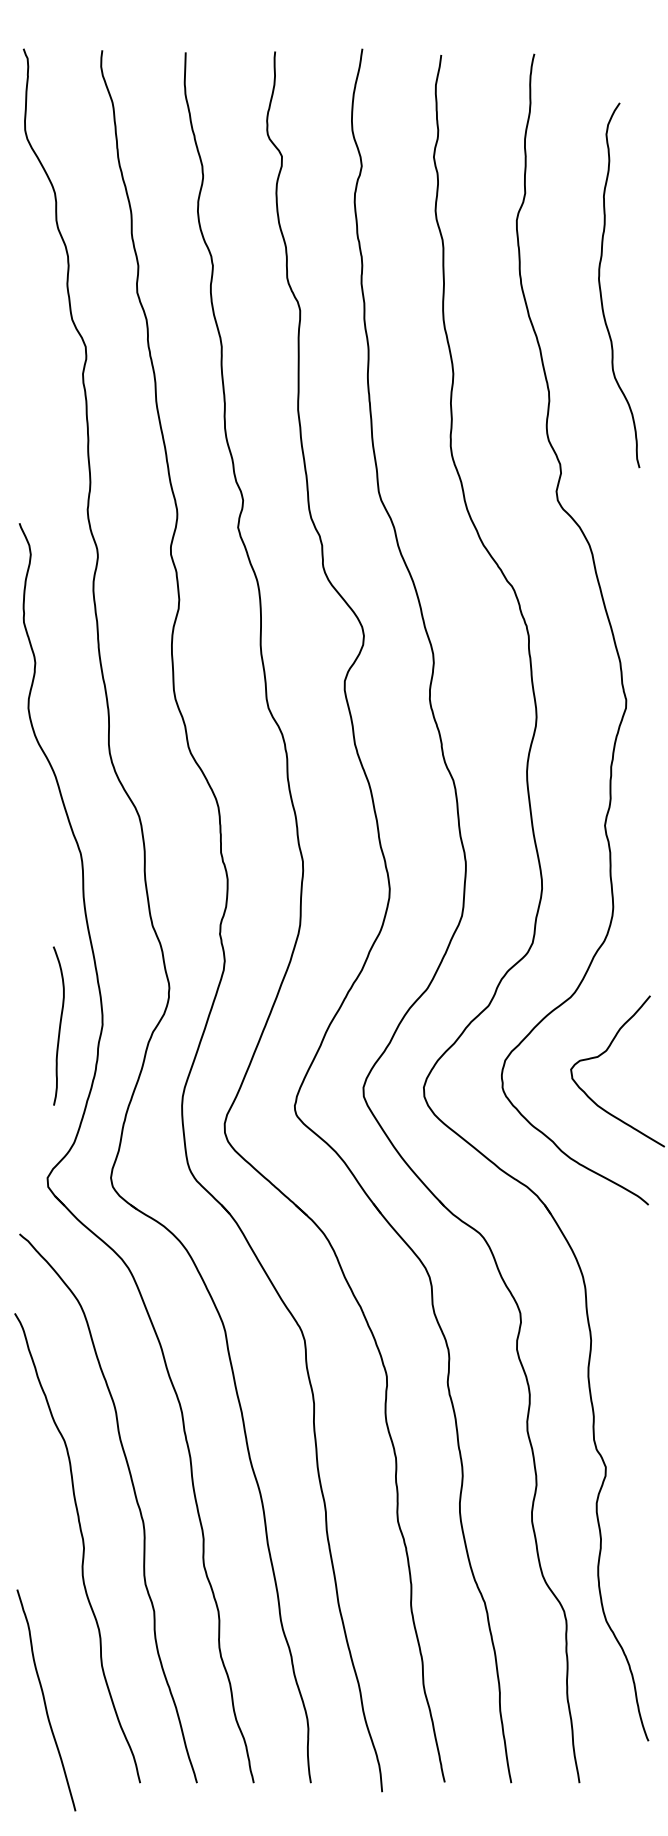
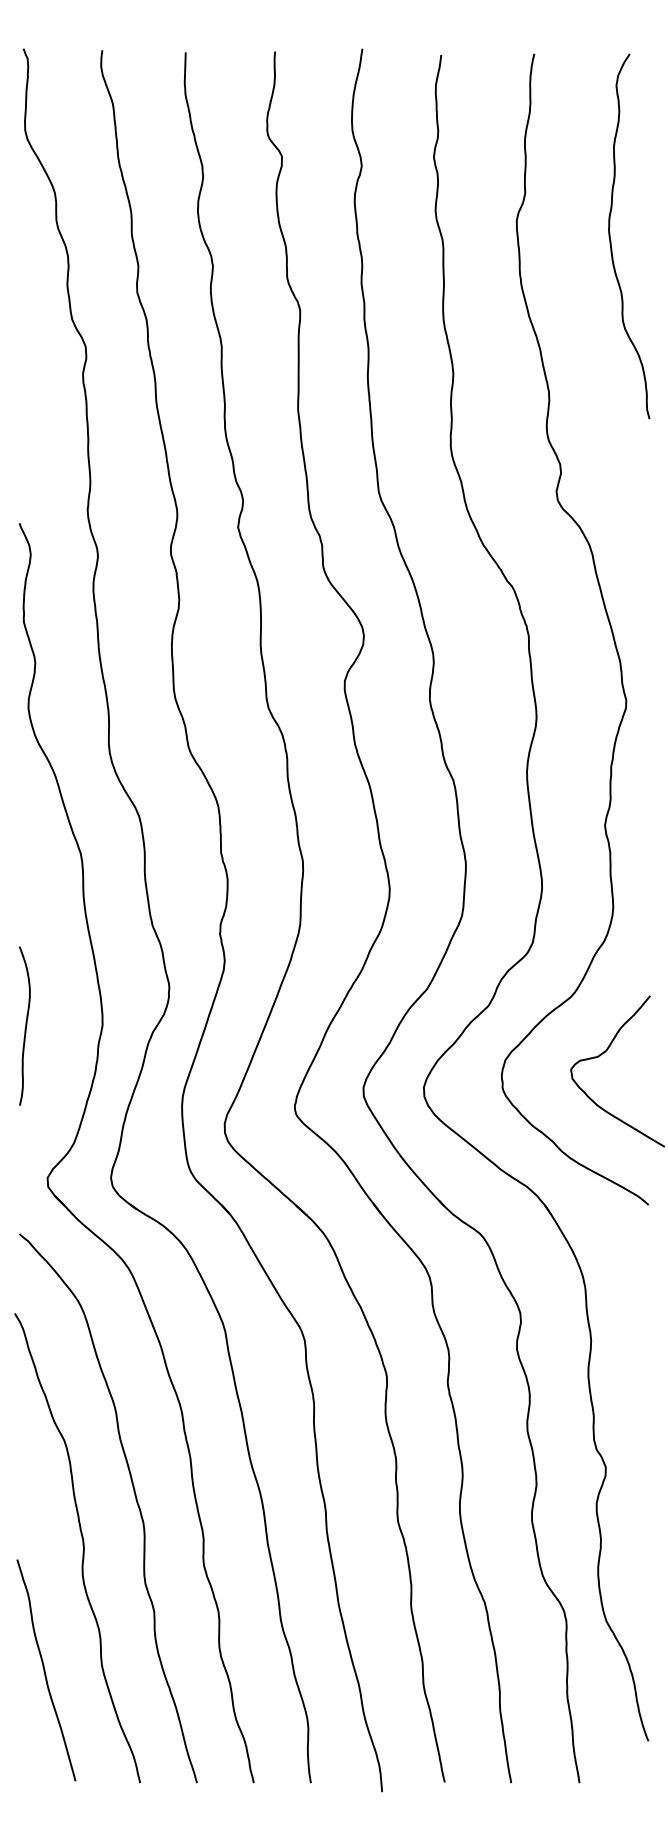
curve at (601, 289) position: (601, 289) -> (611, 240)
curve at (59, 1025) position: (59, 1025) -> (25, 1025)
curve at (45, 1700) position: (45, 1700) -> (45, 1670)
